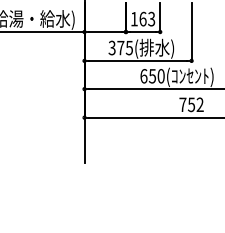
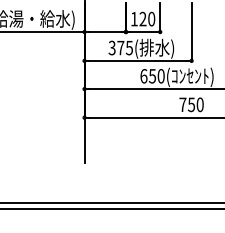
text at (147, 18): 163 -> 120
text at (199, 104): 752 -> 750
line at (111, 203): none -> present
line at (111, 208): none -> present
